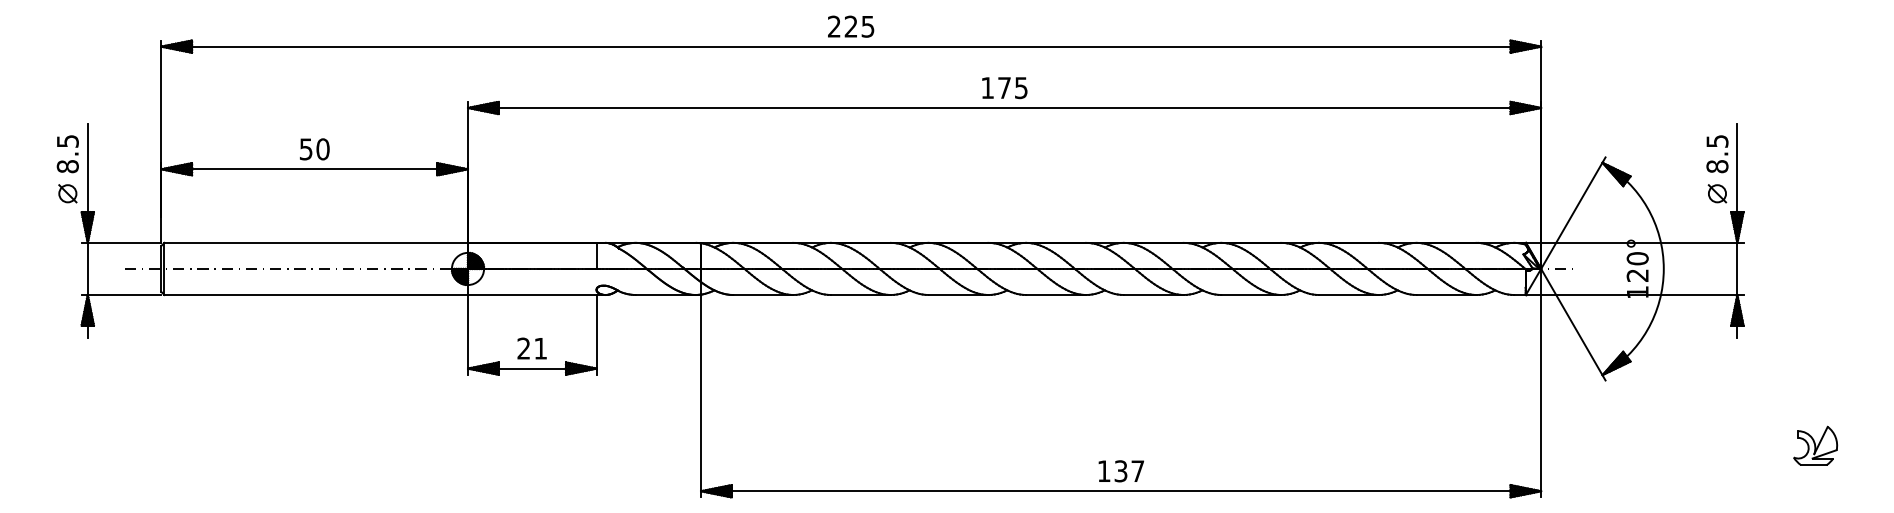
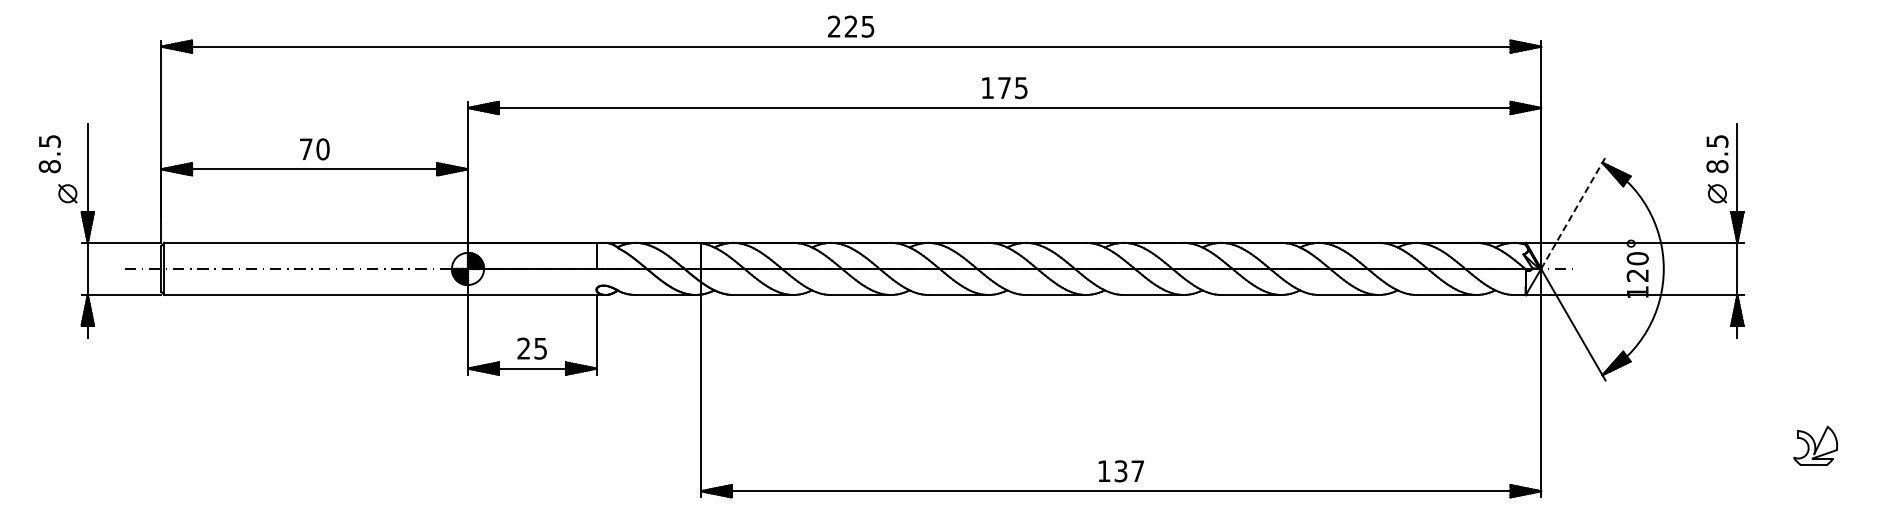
text at (305, 149): 50 -> 70
text at (67, 154) position: (67, 154) -> (49, 154)
line at (1573, 212): solid -> dashed
text at (540, 348): 21 -> 25
